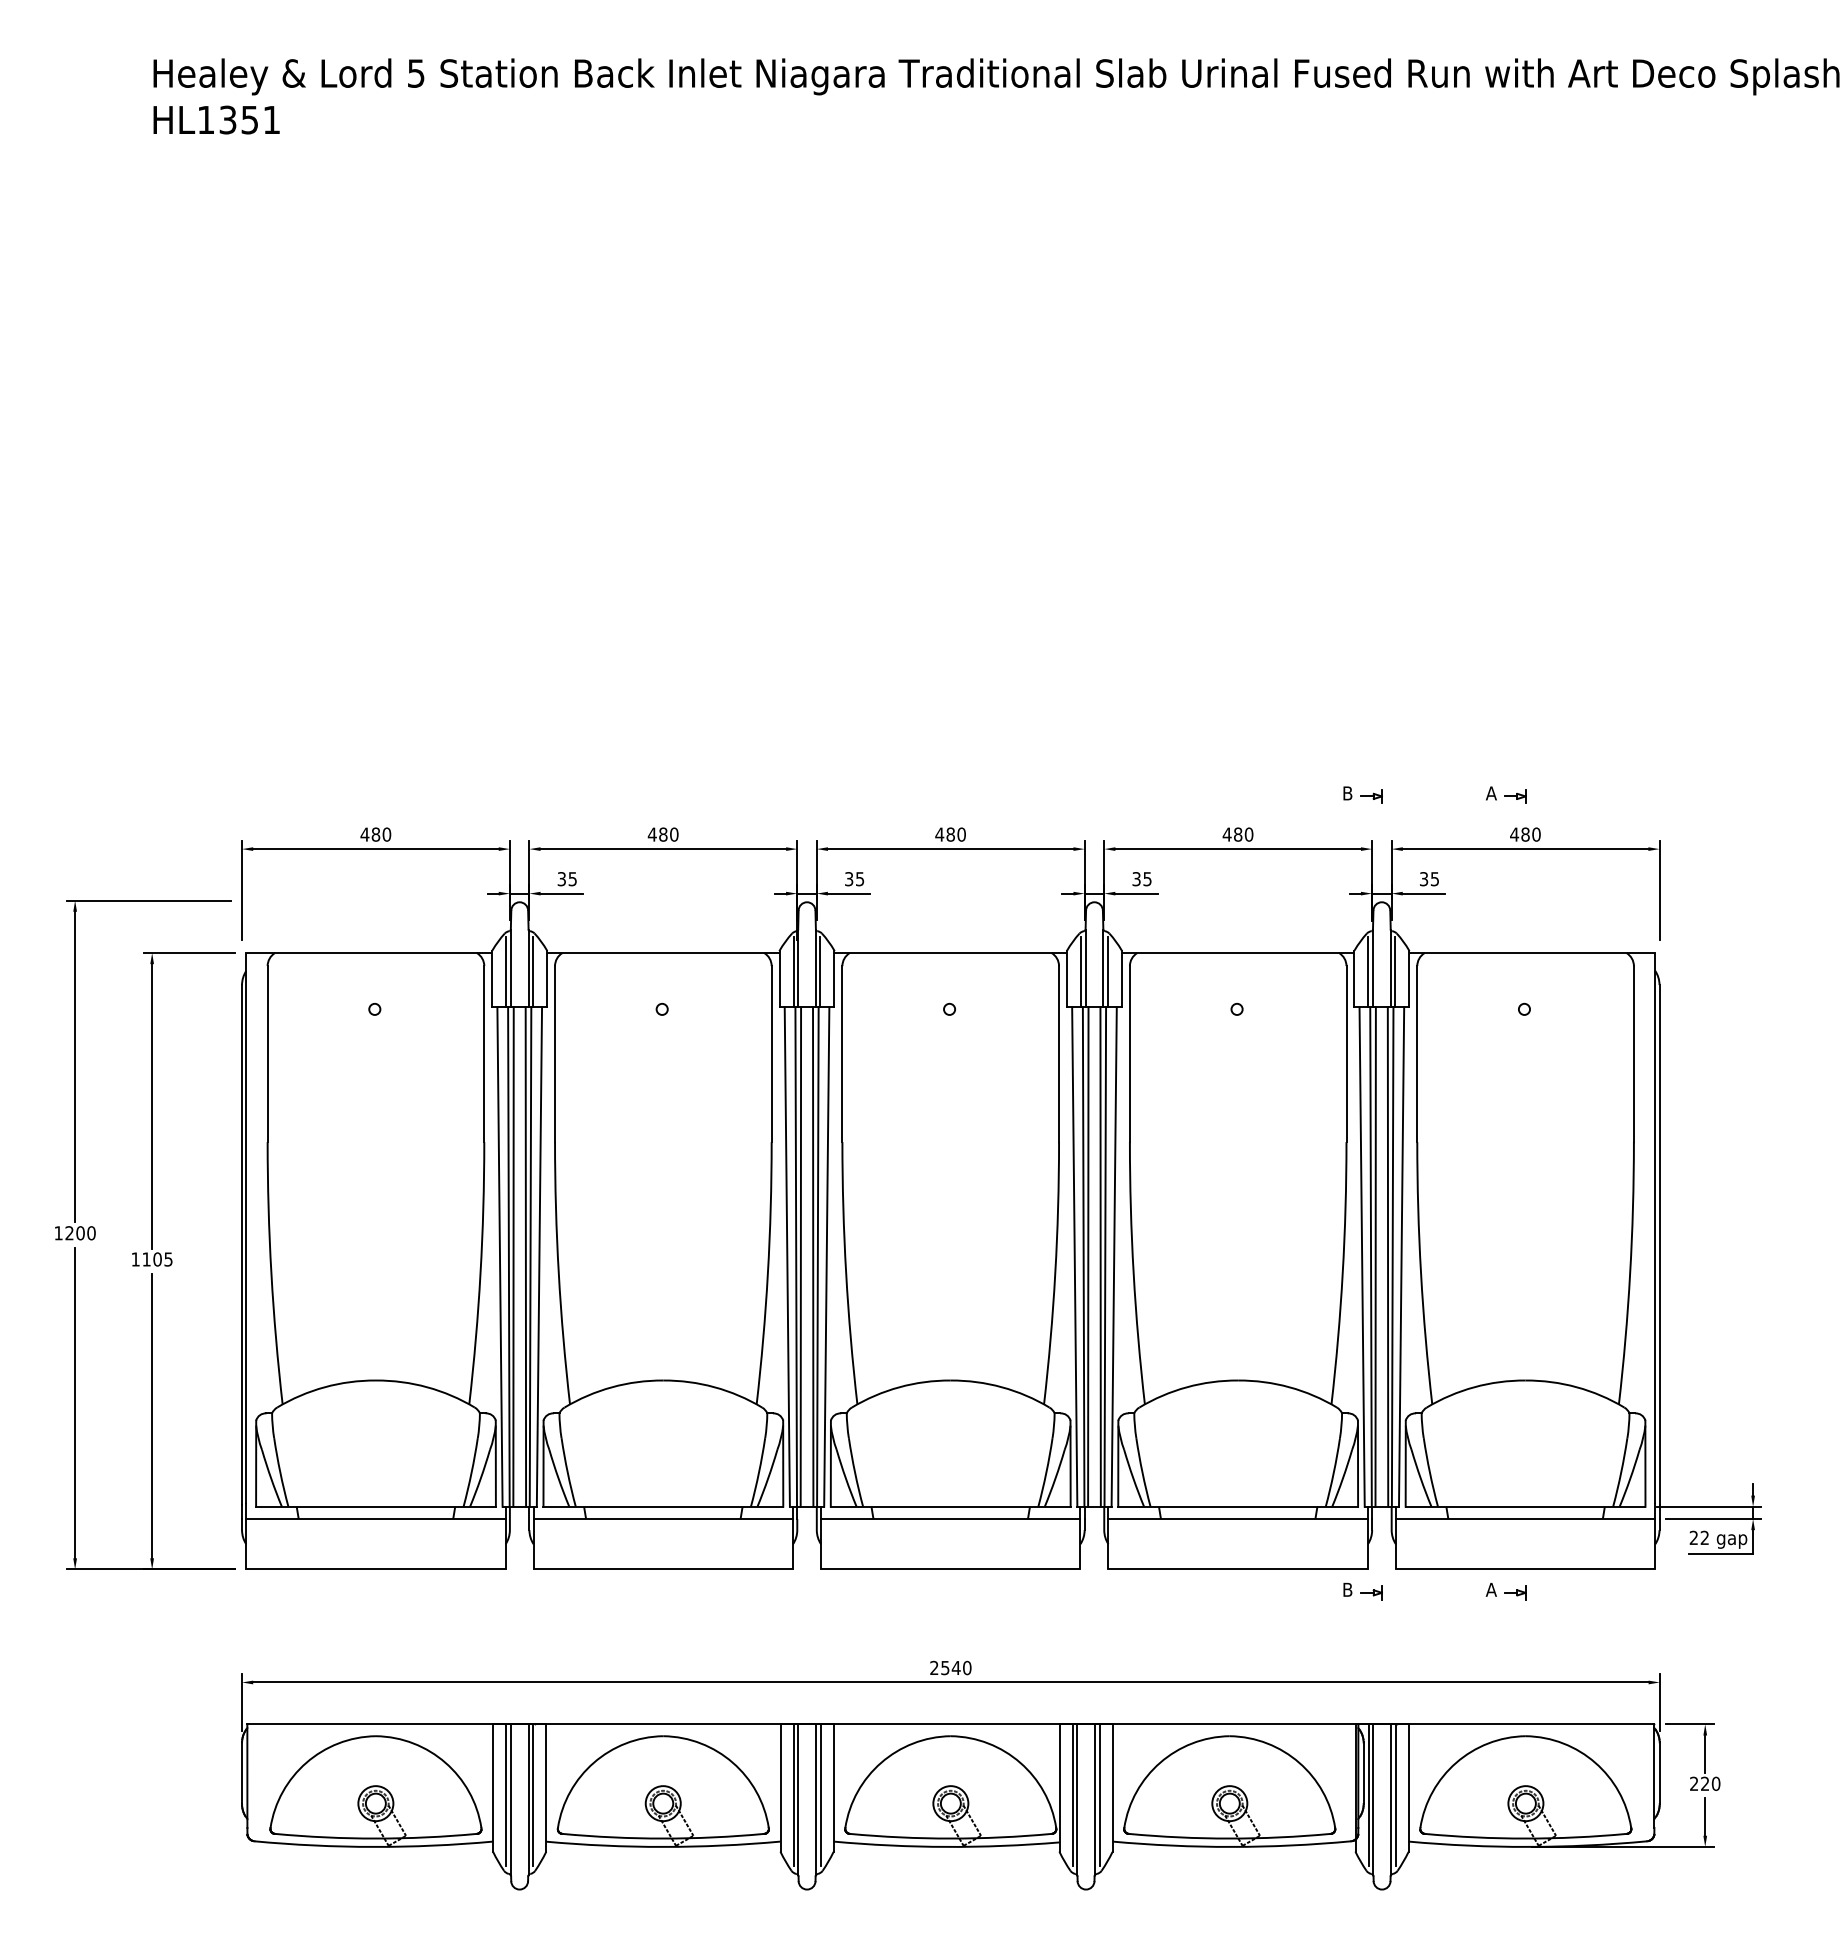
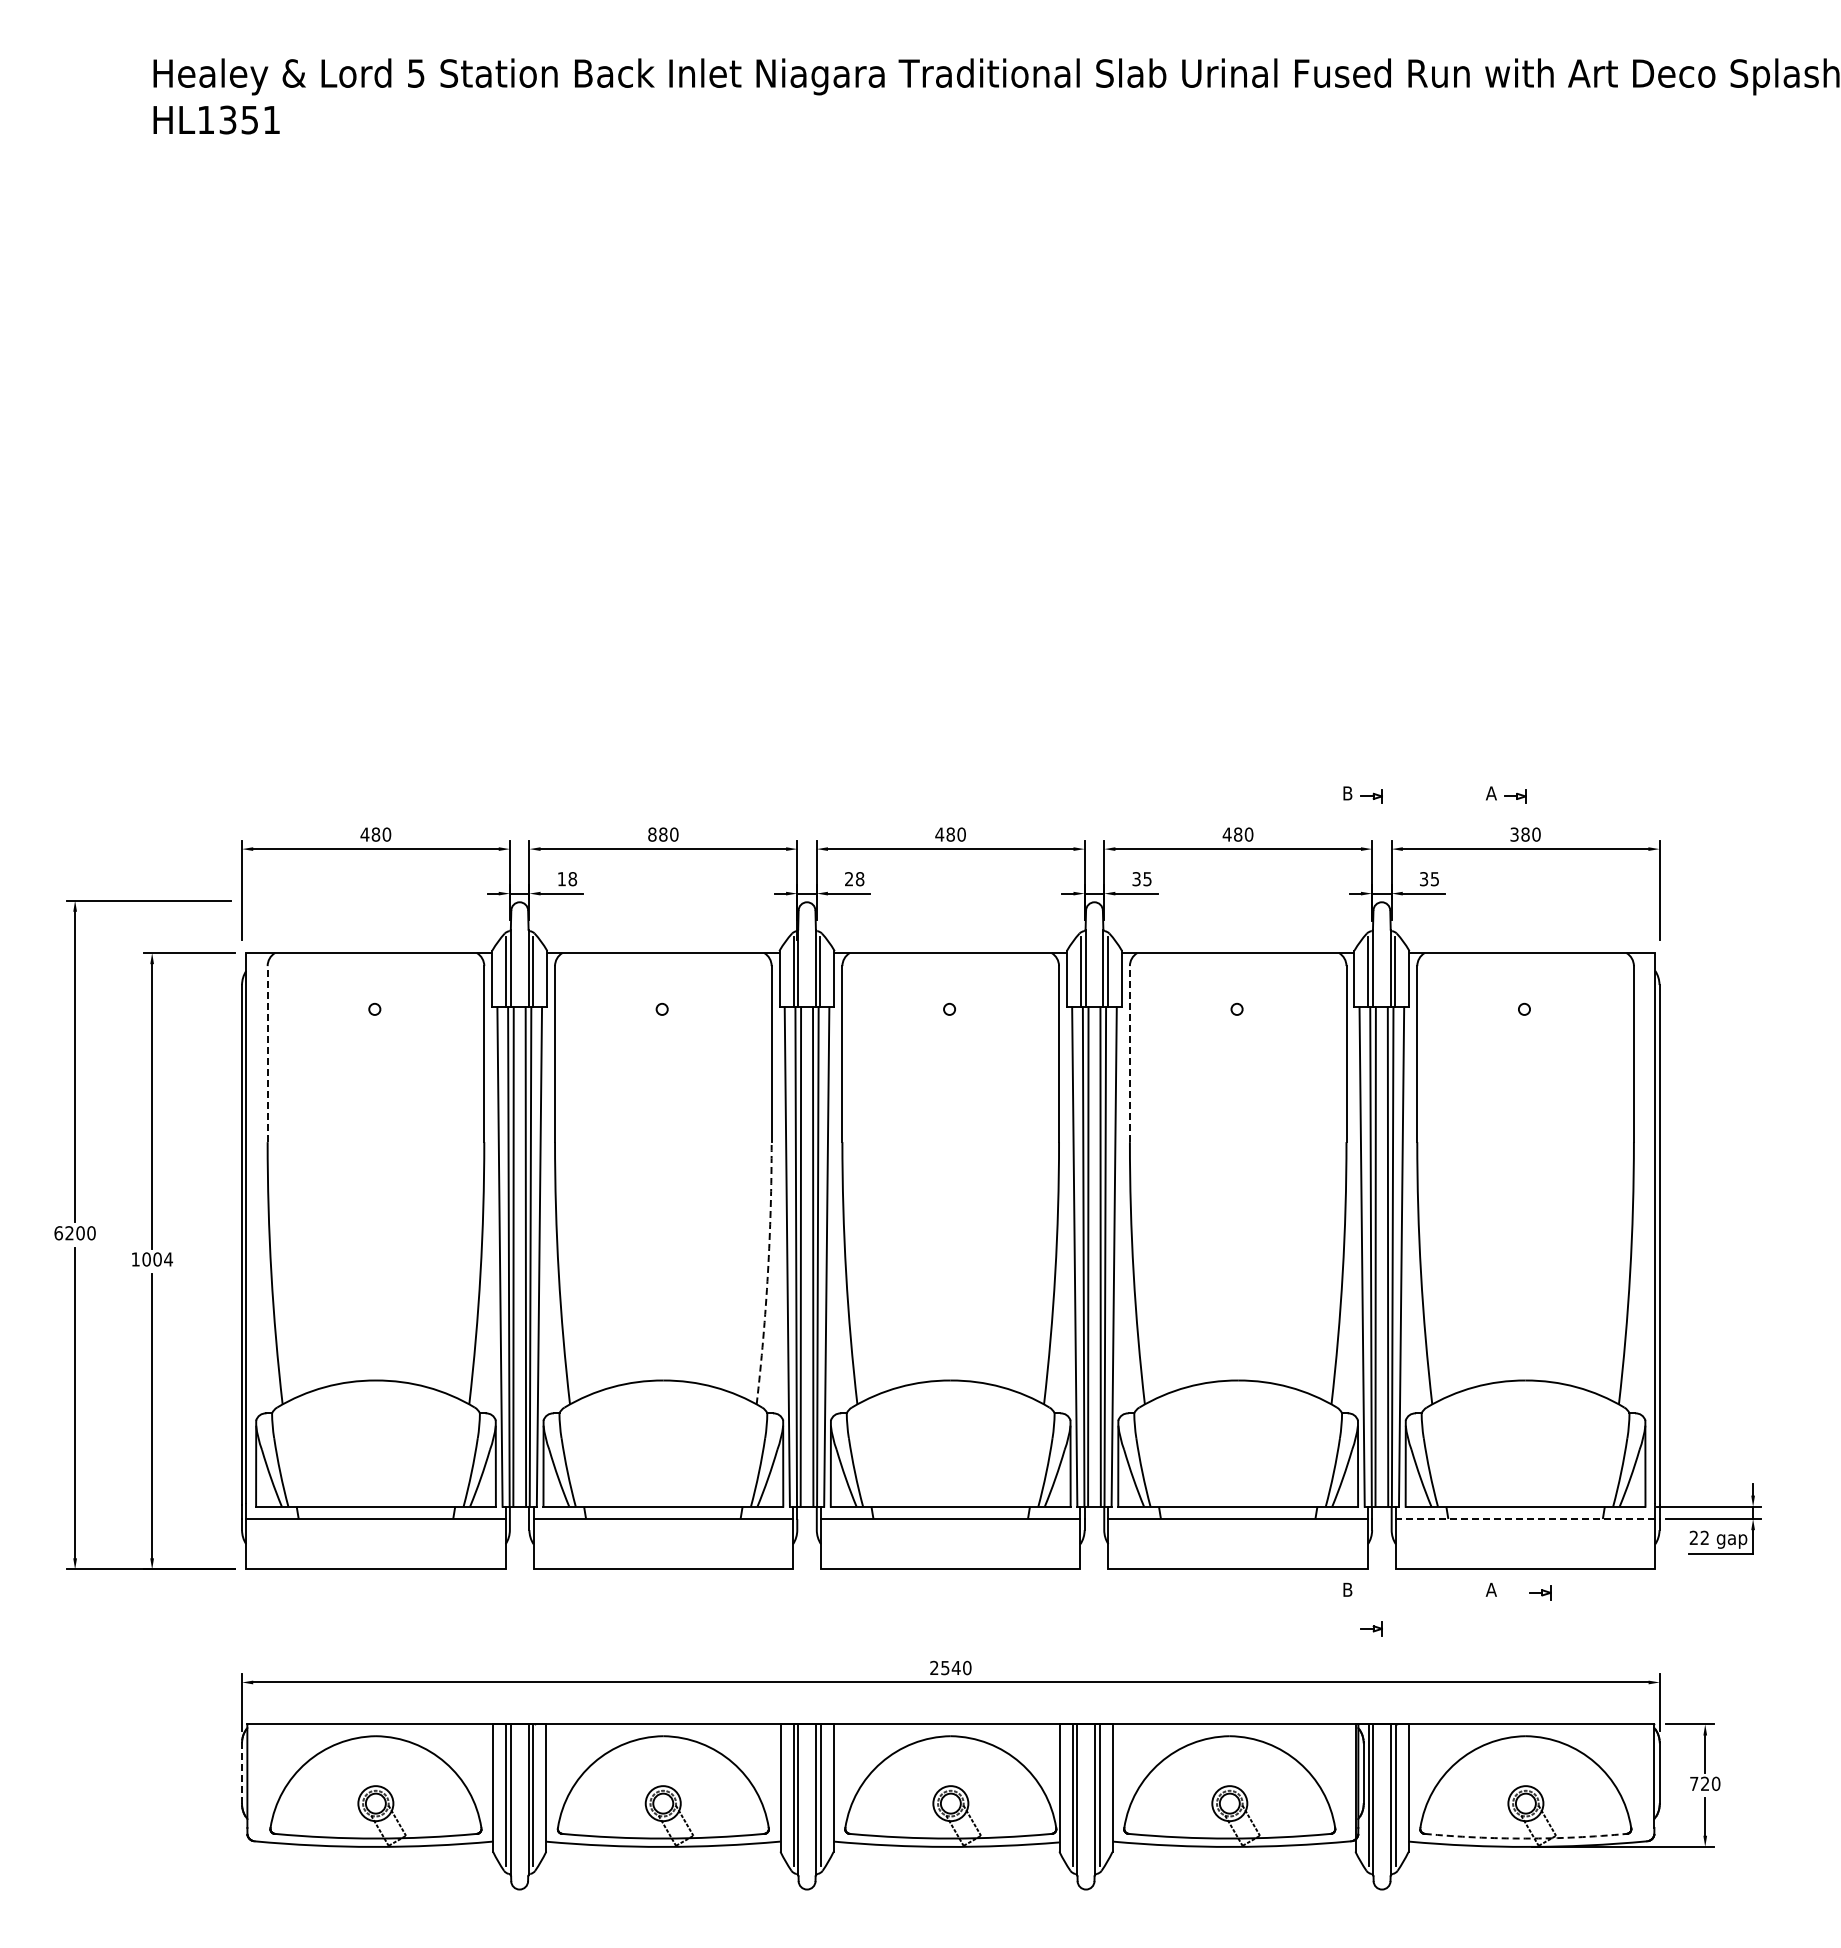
text at (651, 834): 480 -> 880
text at (1514, 834): 480 -> 380
text at (567, 879): 35 -> 18
text at (854, 879): 35 -> 28
line at (267, 1053): solid -> dashed
line at (1129, 1053): solid -> dashed
text at (58, 1233): 1200 -> 6200
text at (157, 1259): 1105 -> 1004
arc at (767, 1273): solid -> dashed
line at (1525, 1518): solid -> dashed
part at (1371, 1592) position: (1371, 1592) -> (1371, 1628)
part at (1515, 1592) position: (1515, 1592) -> (1540, 1592)
line at (242, 1773): solid -> dashed
text at (1694, 1783): 220 -> 720
arc at (1525, 1838): solid -> dashed
